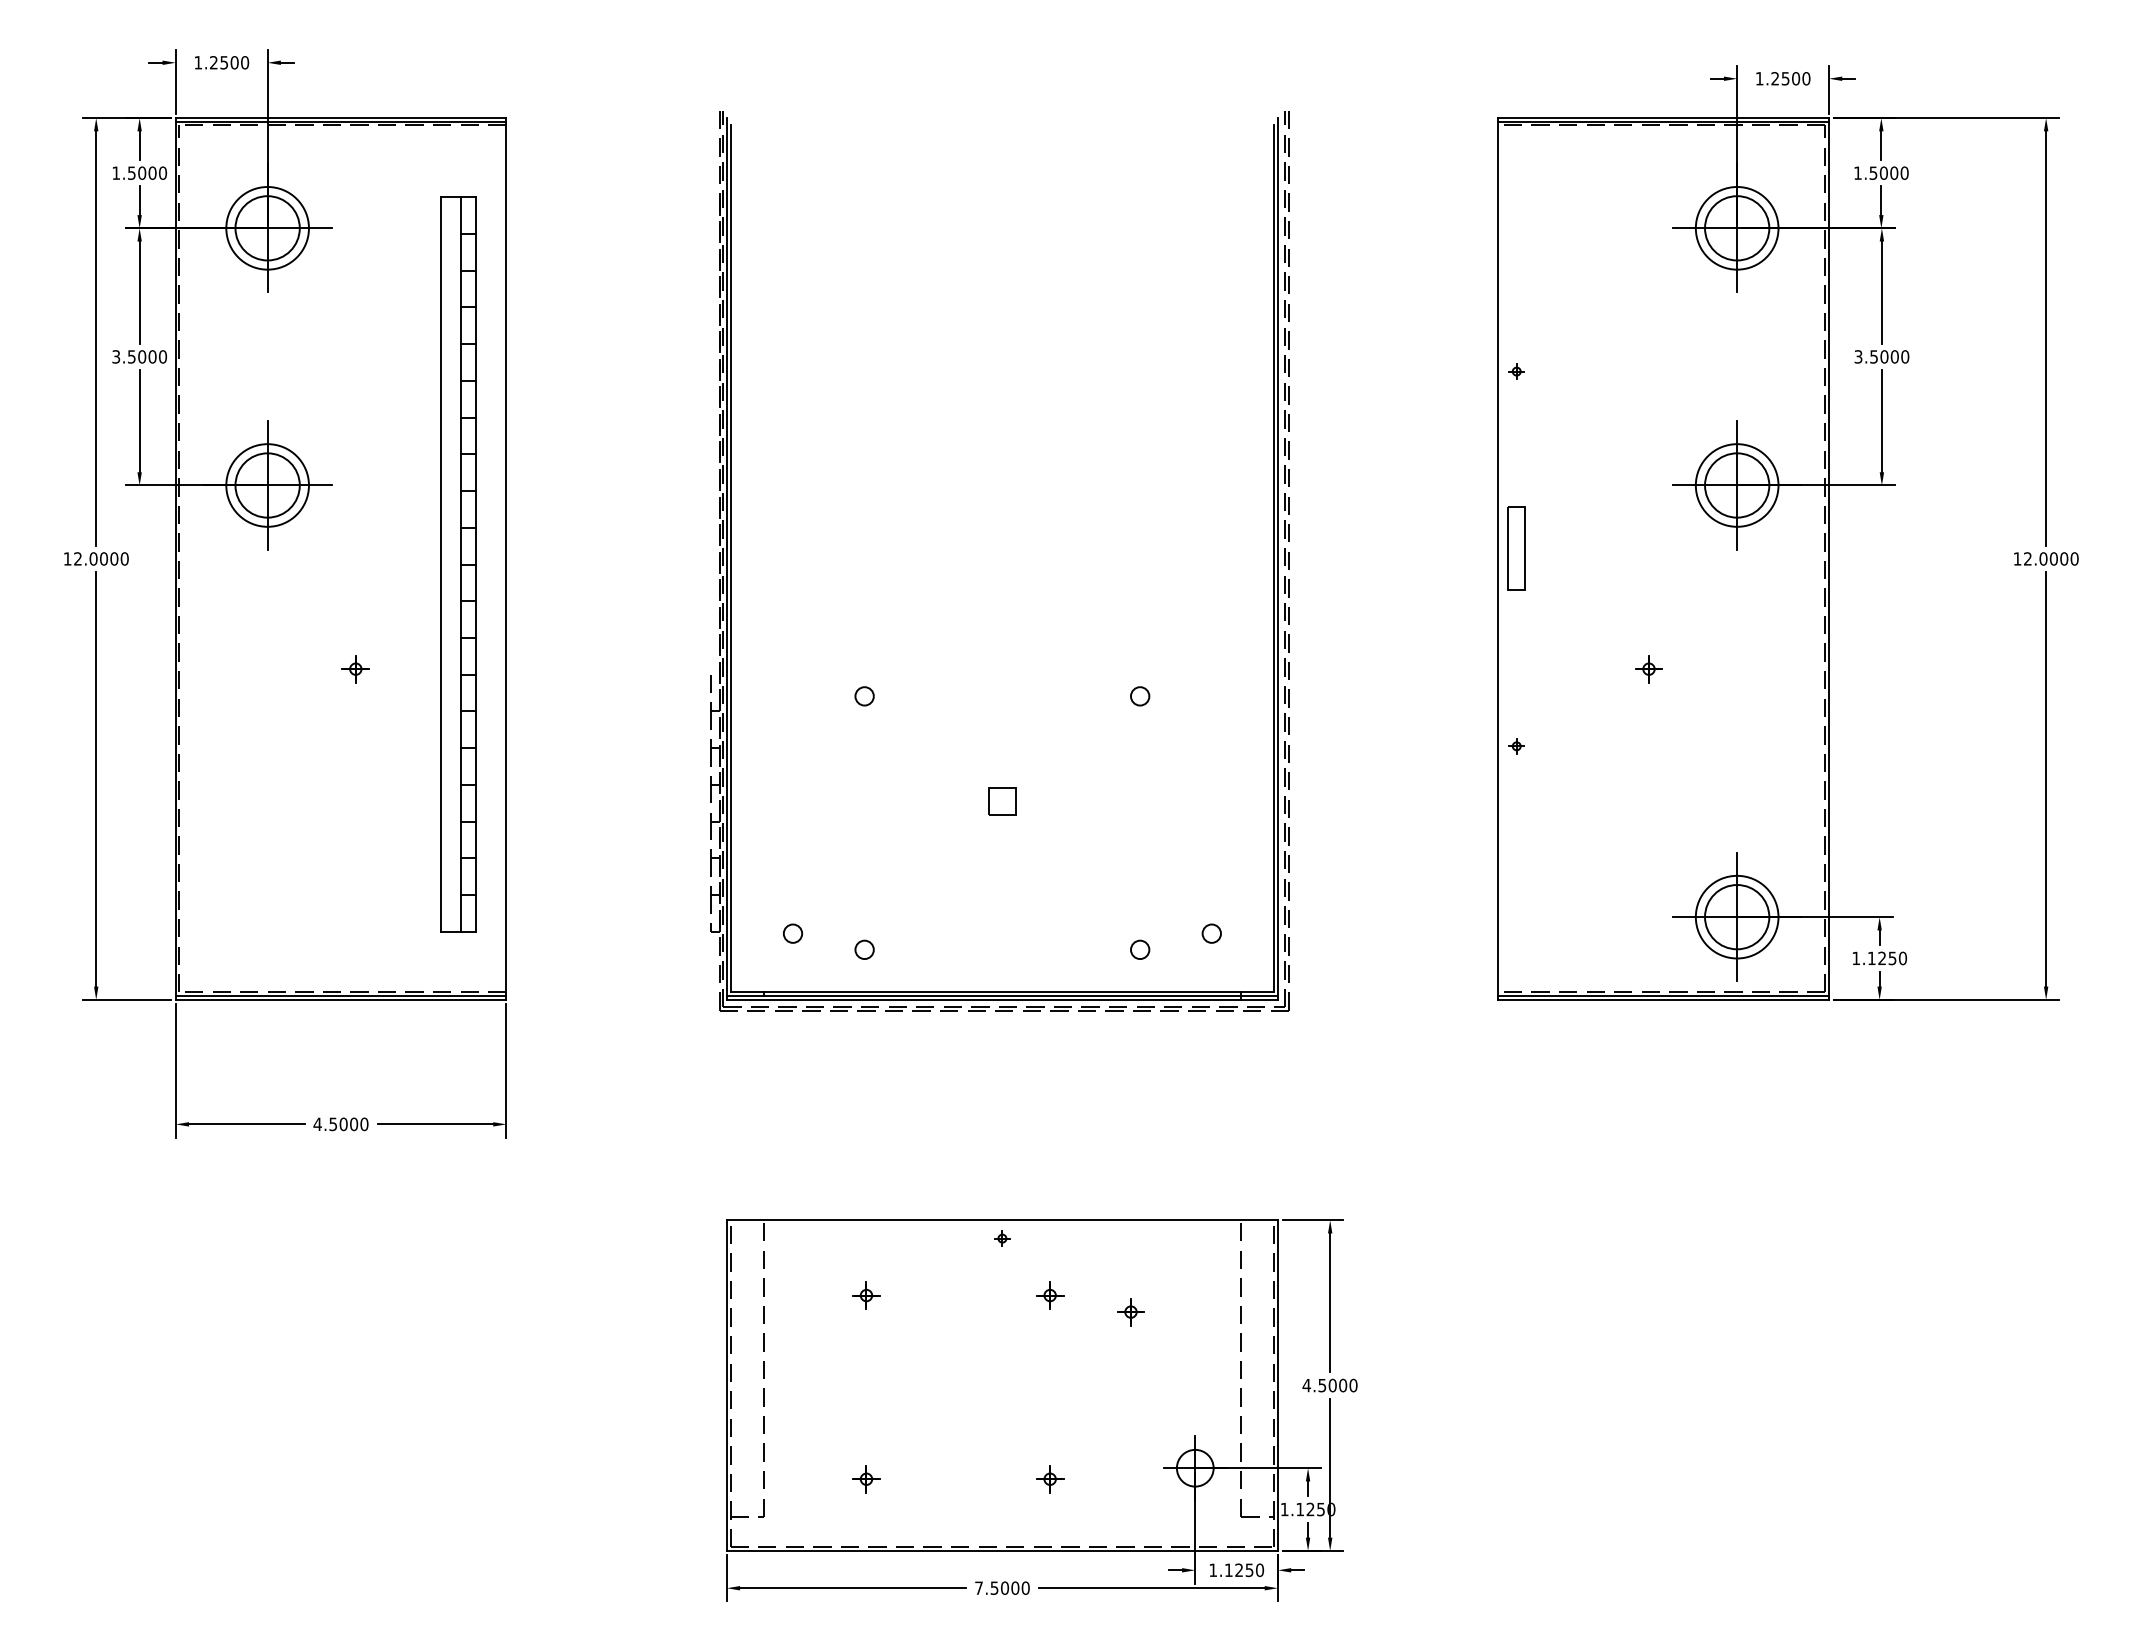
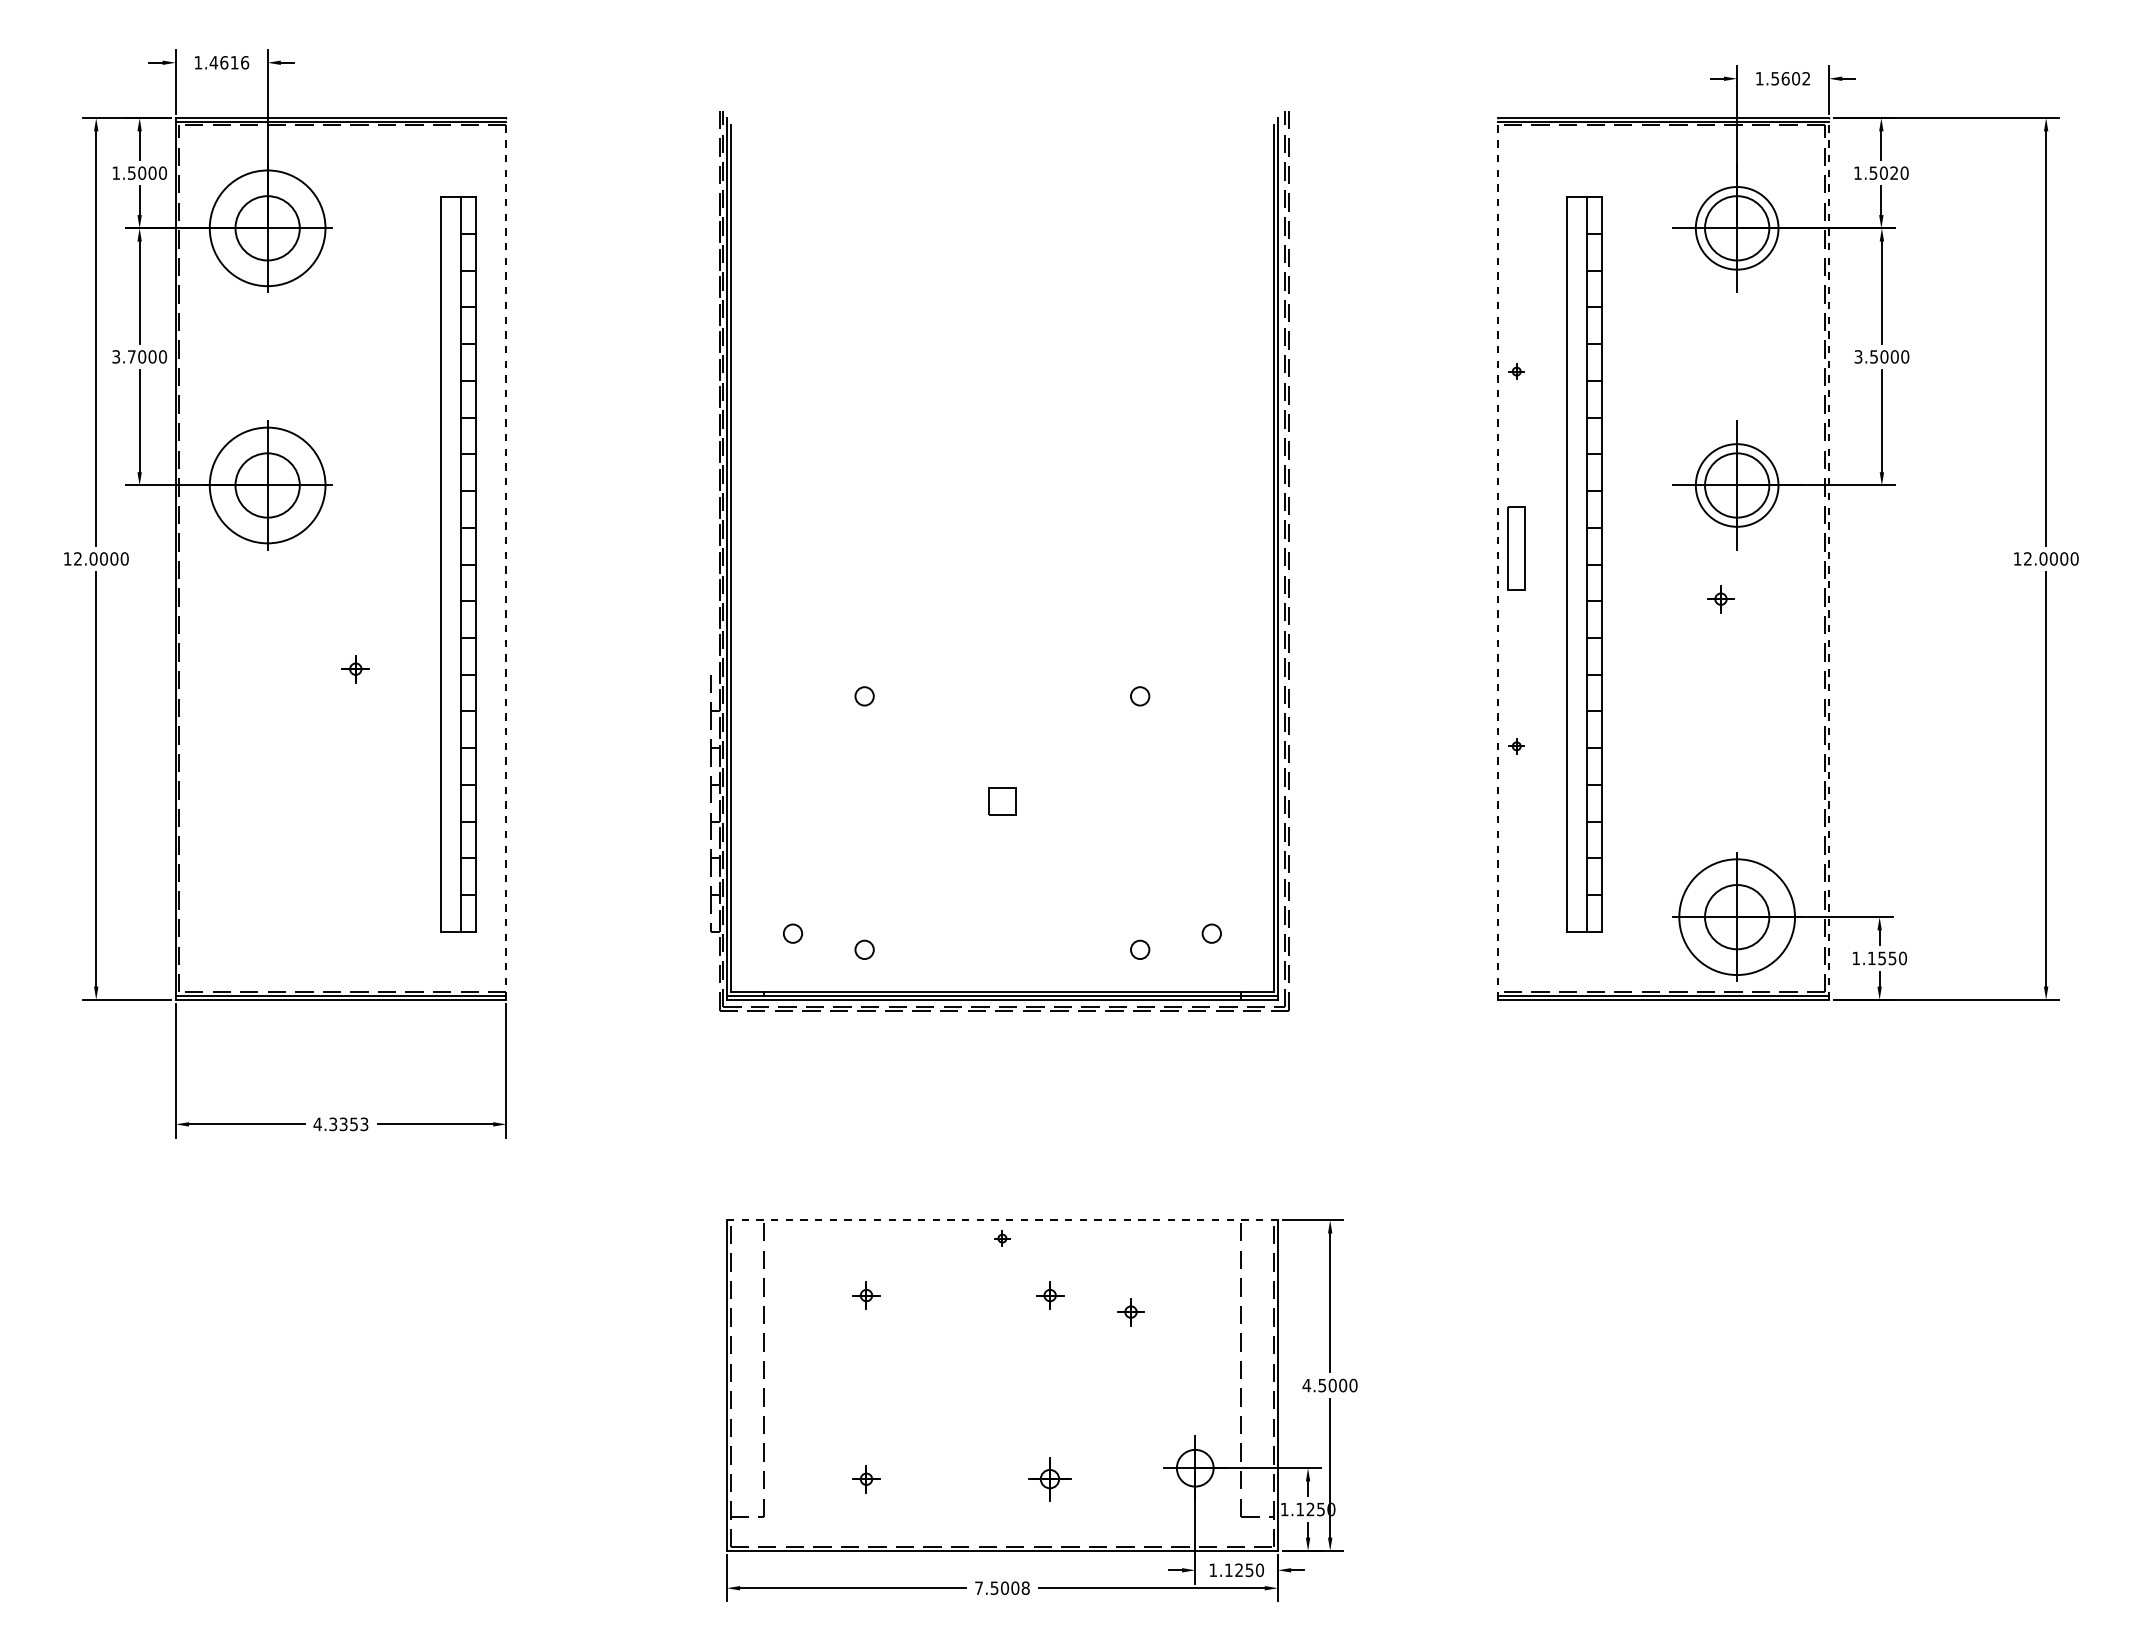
text at (229, 62): 1.2500 -> 1.4616
text at (1790, 78): 1.2500 -> 1.5602
text at (1894, 172): 1.5000 -> 1.5020
circle at (267, 228) diameter: 83 px -> 116 px
text at (131, 356): 3.5000 -> 3.7000
circle at (267, 485) diameter: 83 px -> 116 px
line at (506, 558): solid -> dashed
line at (1498, 558): solid -> dashed
line at (1829, 558): solid -> dashed
part at (1584, 564): none -> present
part at (1648, 669) position: (1648, 669) -> (1720, 599)
circle at (1736, 916) diameter: 83 px -> 116 px
text at (1881, 958): 1.1250 -> 1.1550
text at (348, 1124): 4.5000 -> 4.3353
line at (1002, 1220): solid -> dashed
part at (1050, 1479) size: 29x29 px -> 44x45 px
text at (1025, 1587): 7.5000 -> 7.5008
